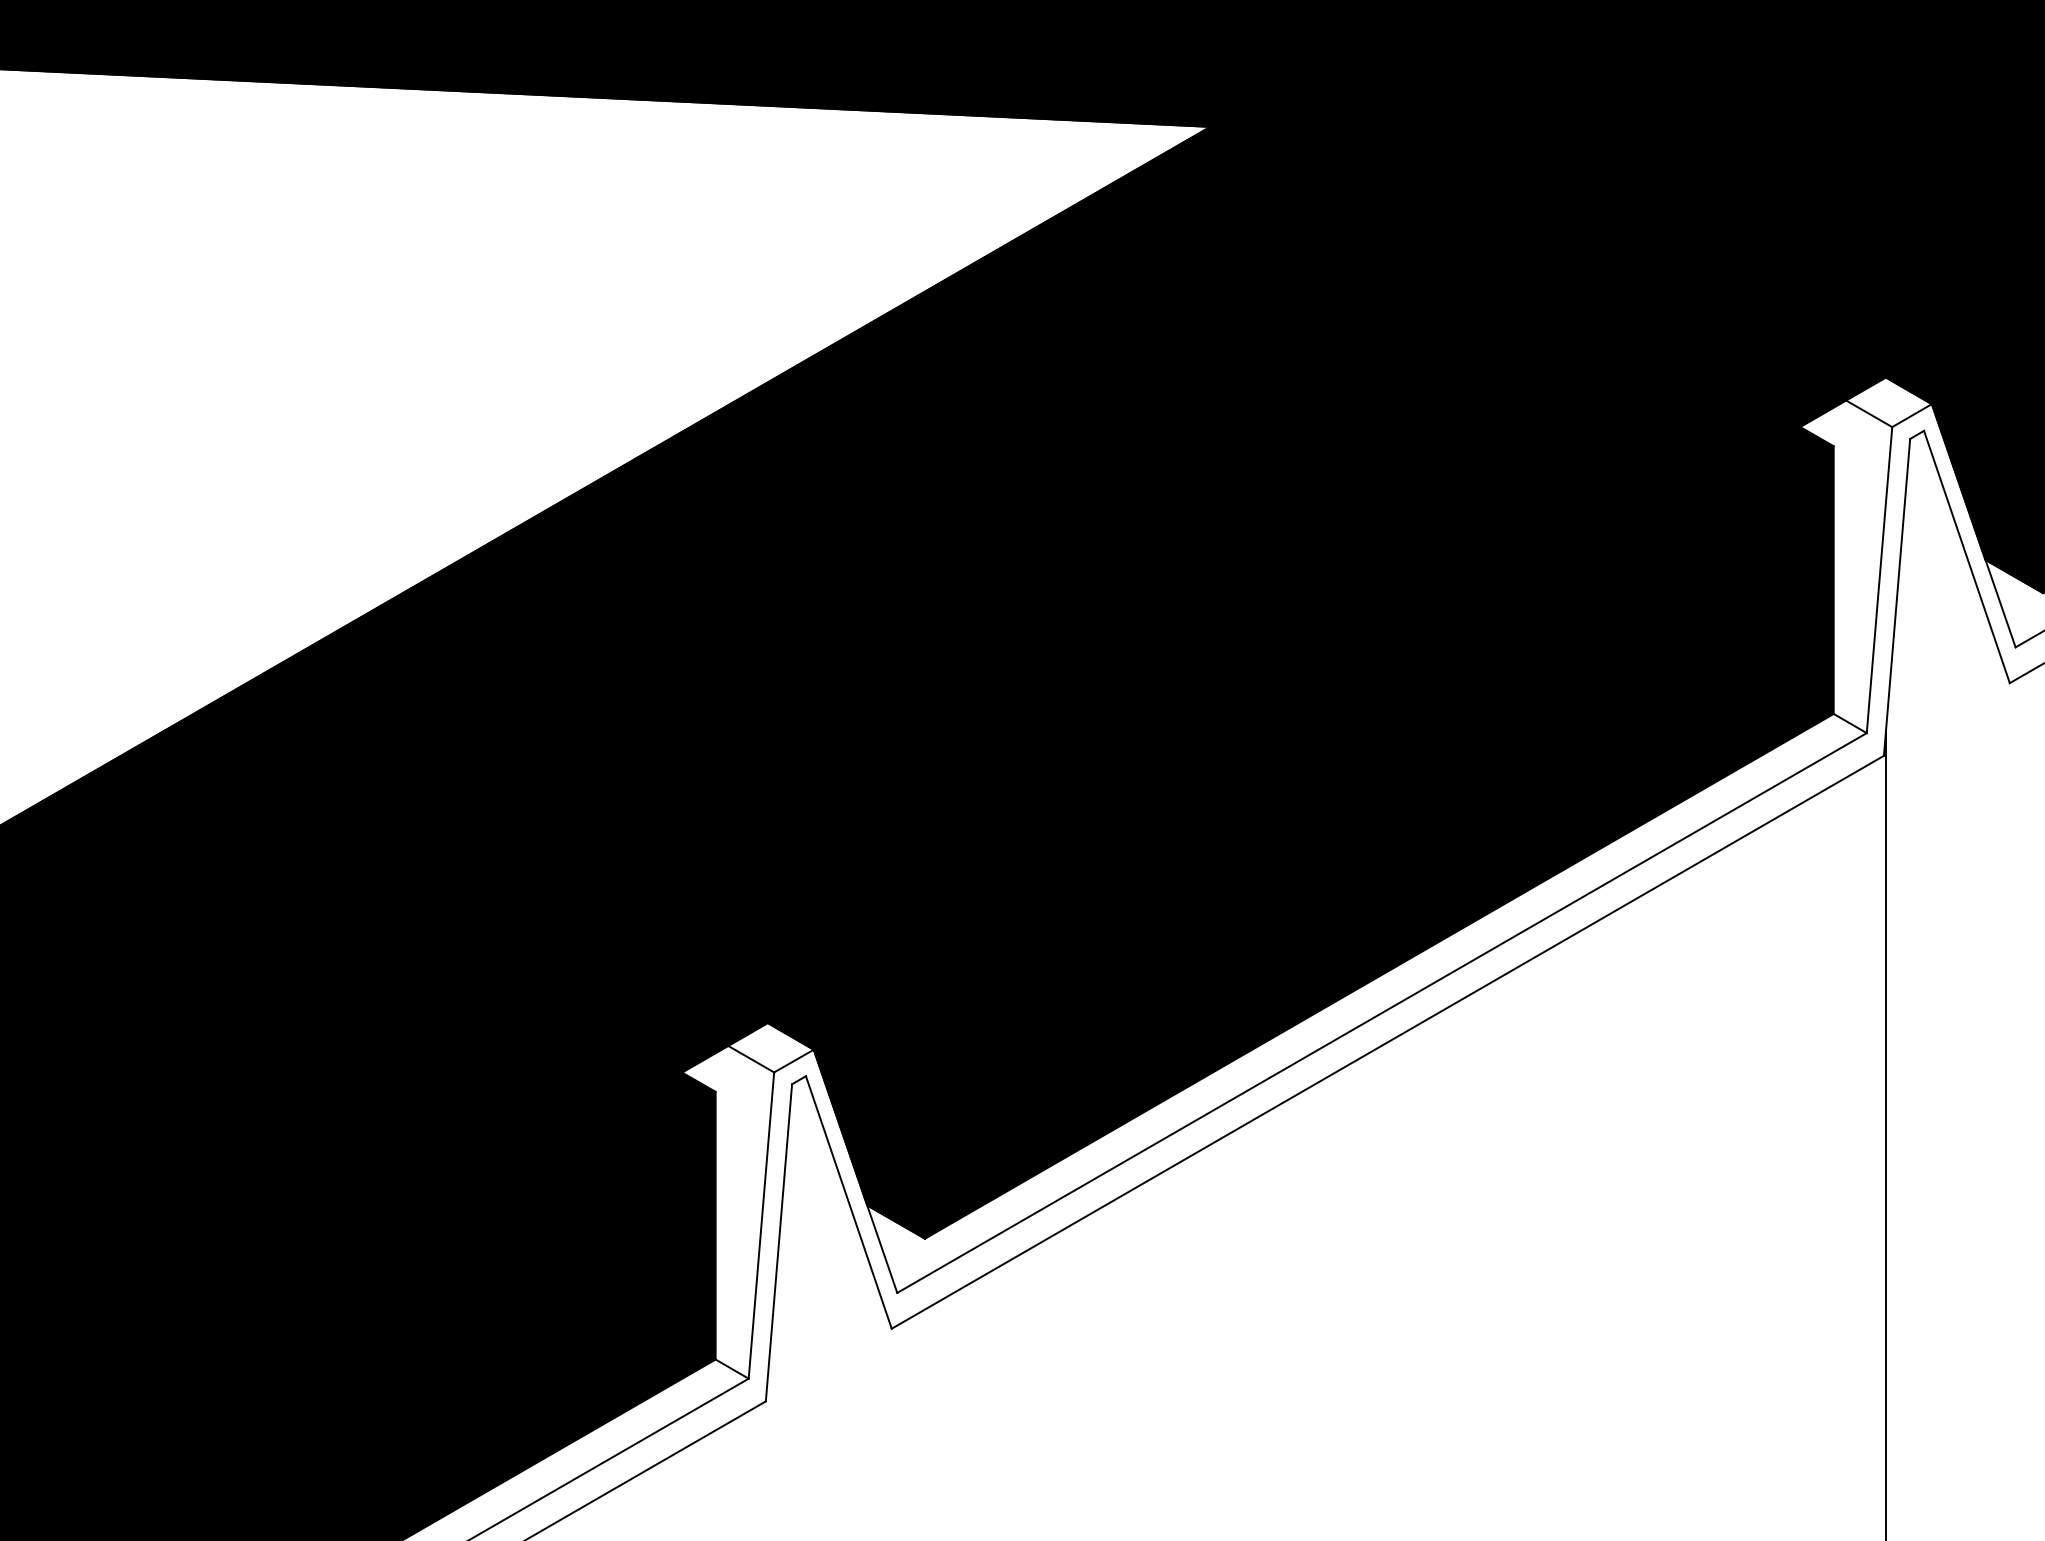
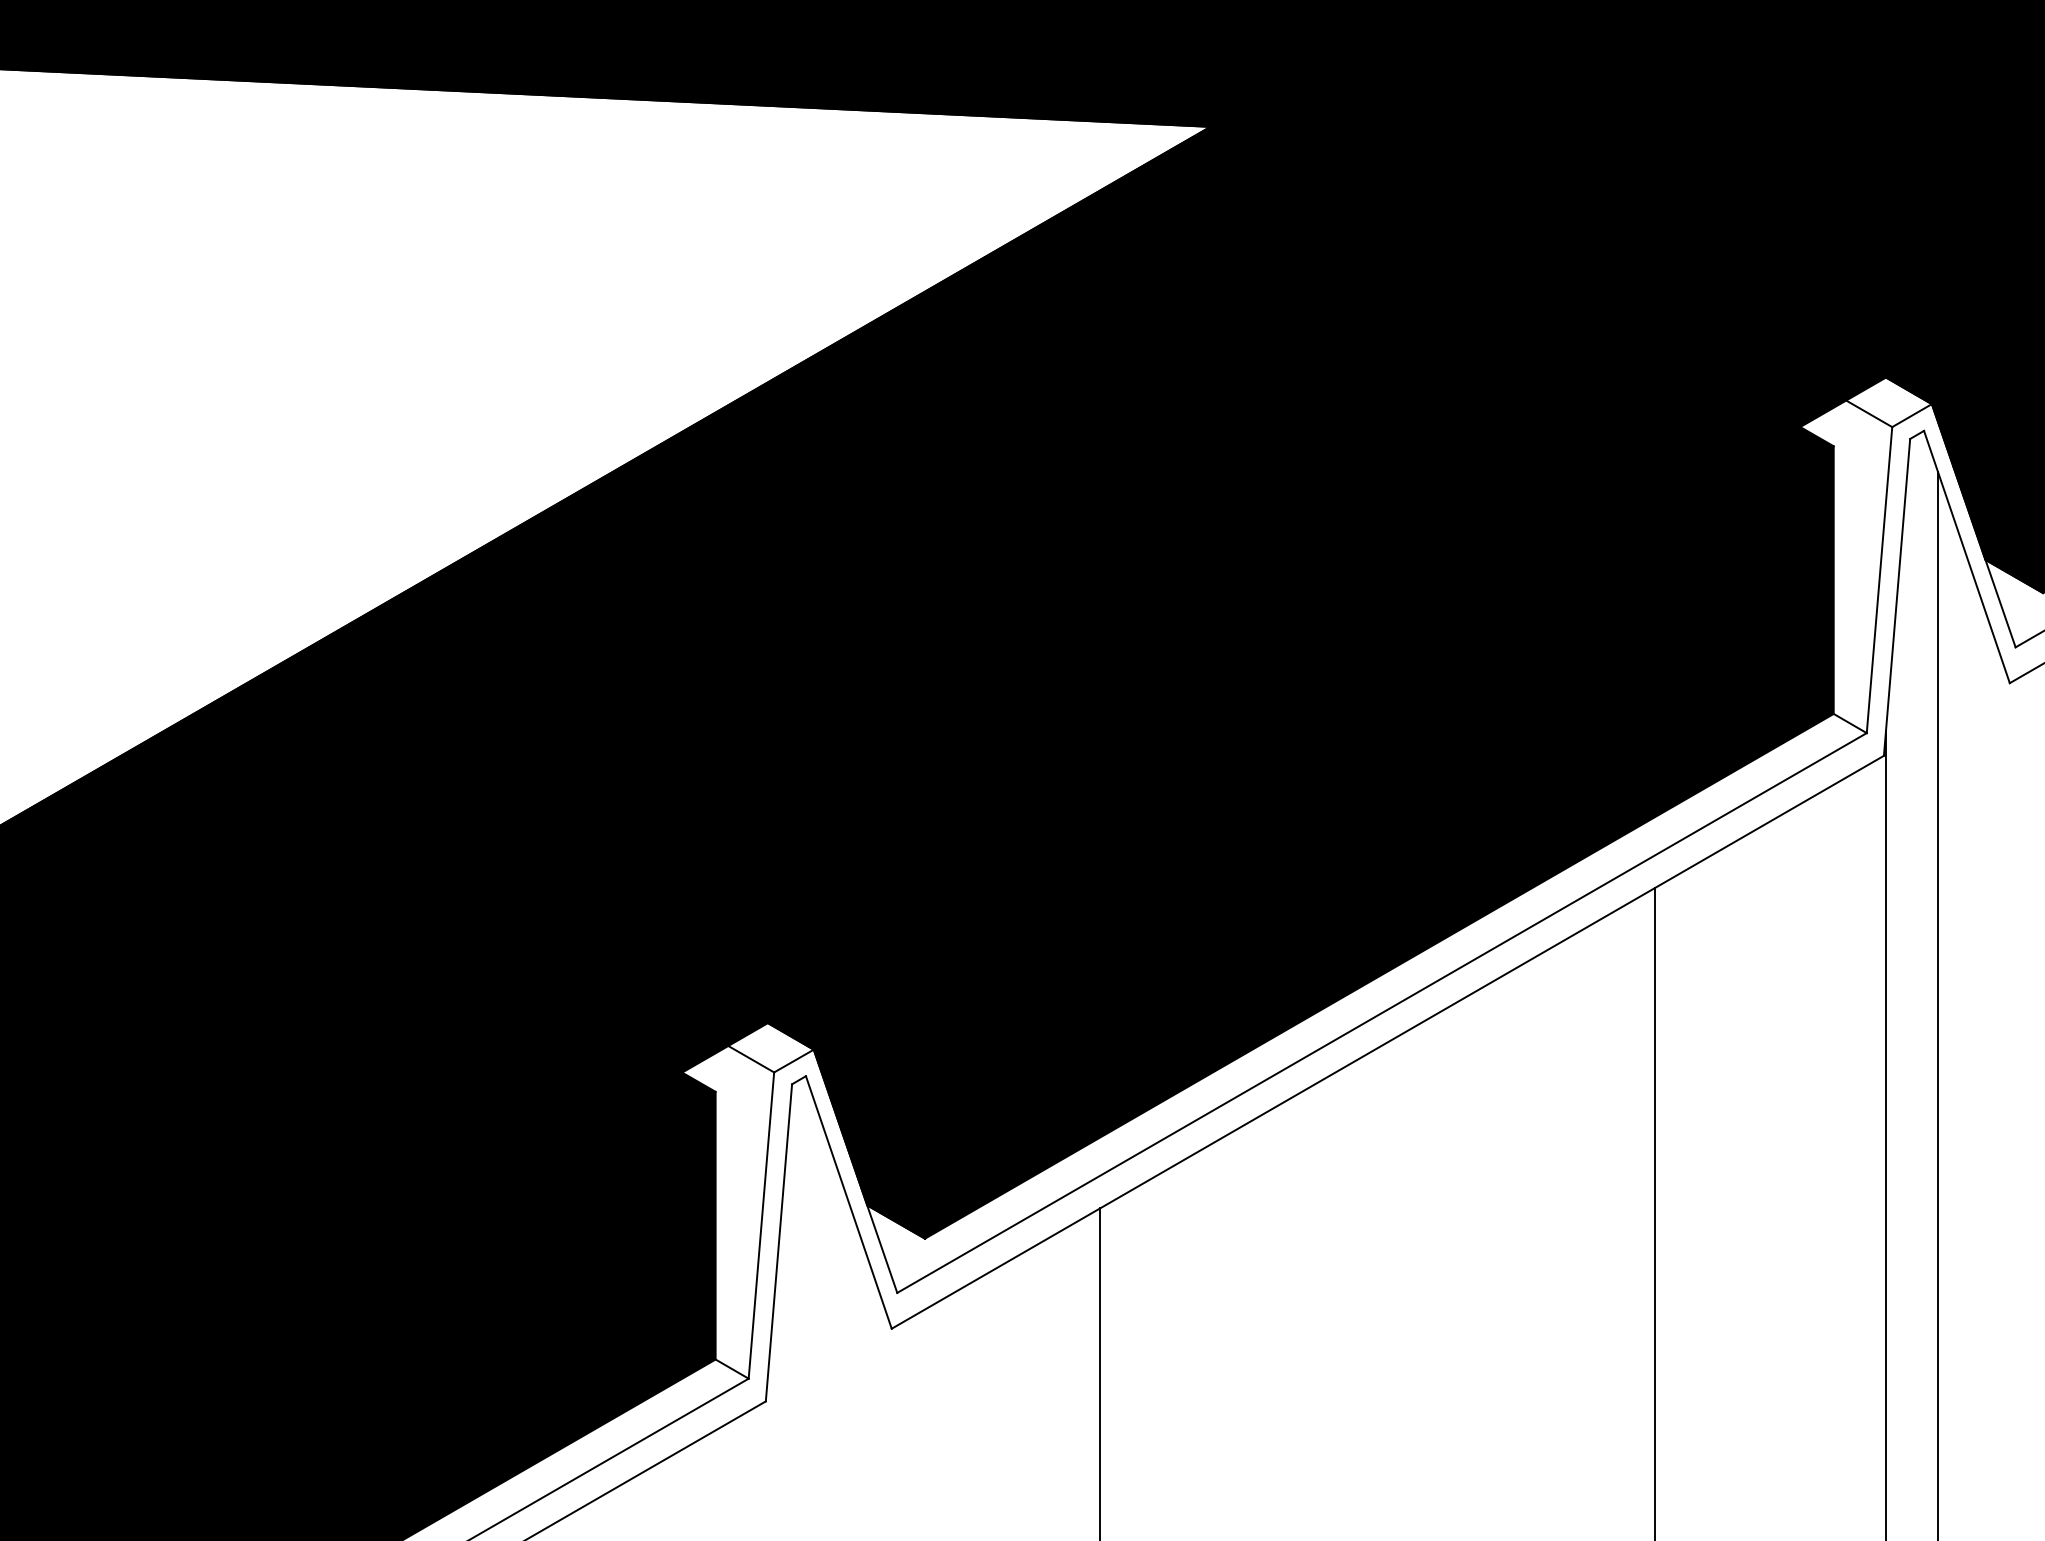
line at (1937, 1004): none -> present
line at (1655, 1212): none -> present
line at (1100, 1372): none -> present
